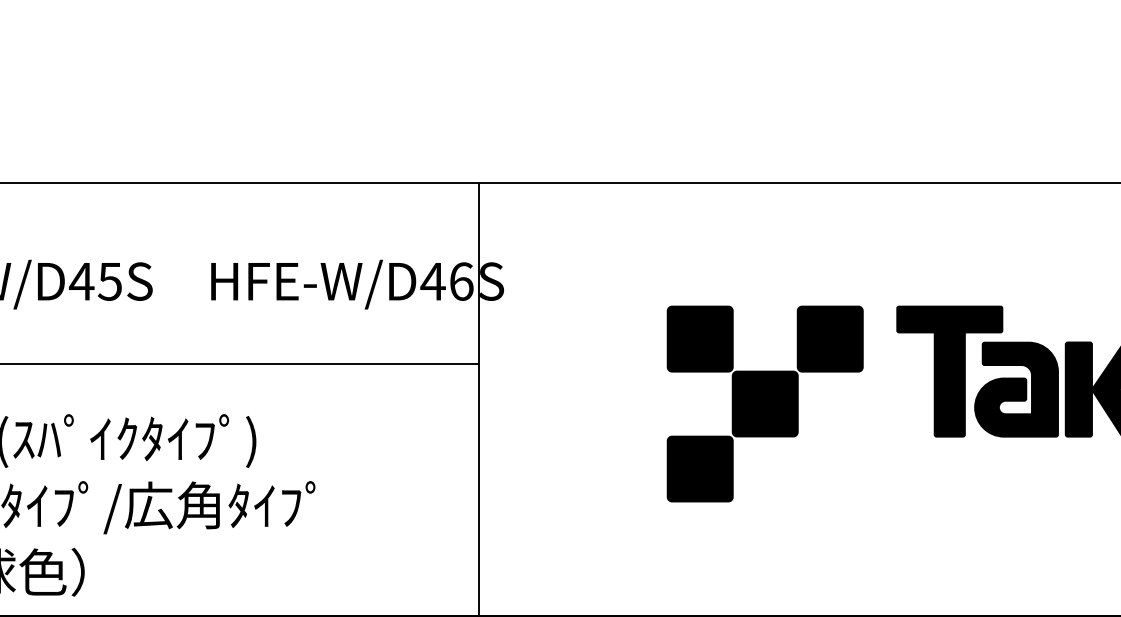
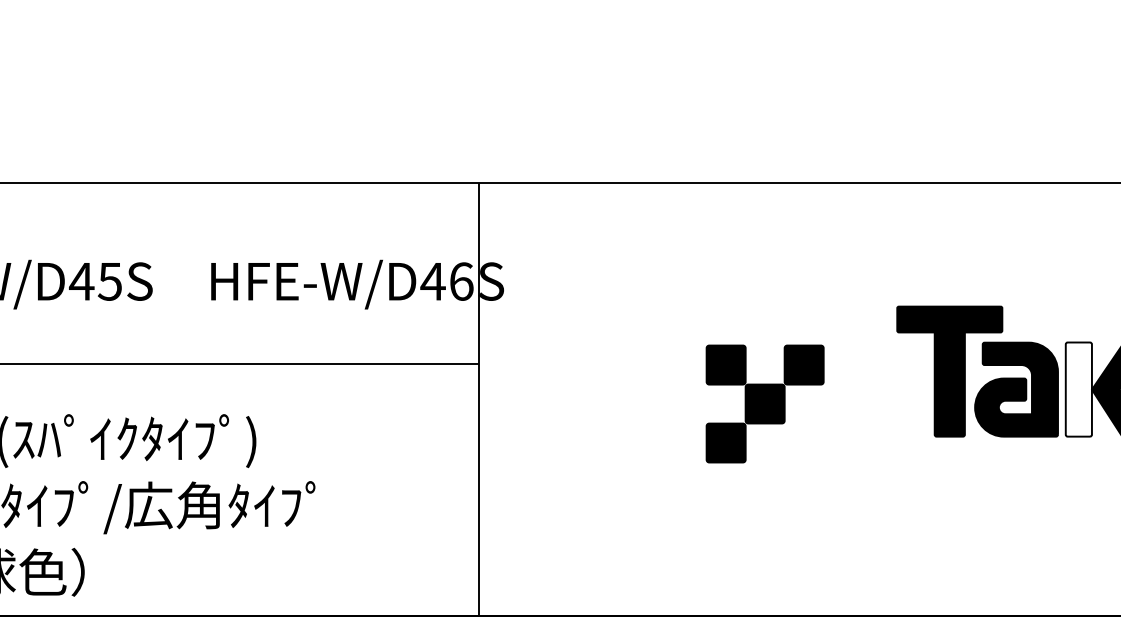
fill at (1078, 389): present -> none
part at (764, 403) size: 198x198 px -> 120x120 px
